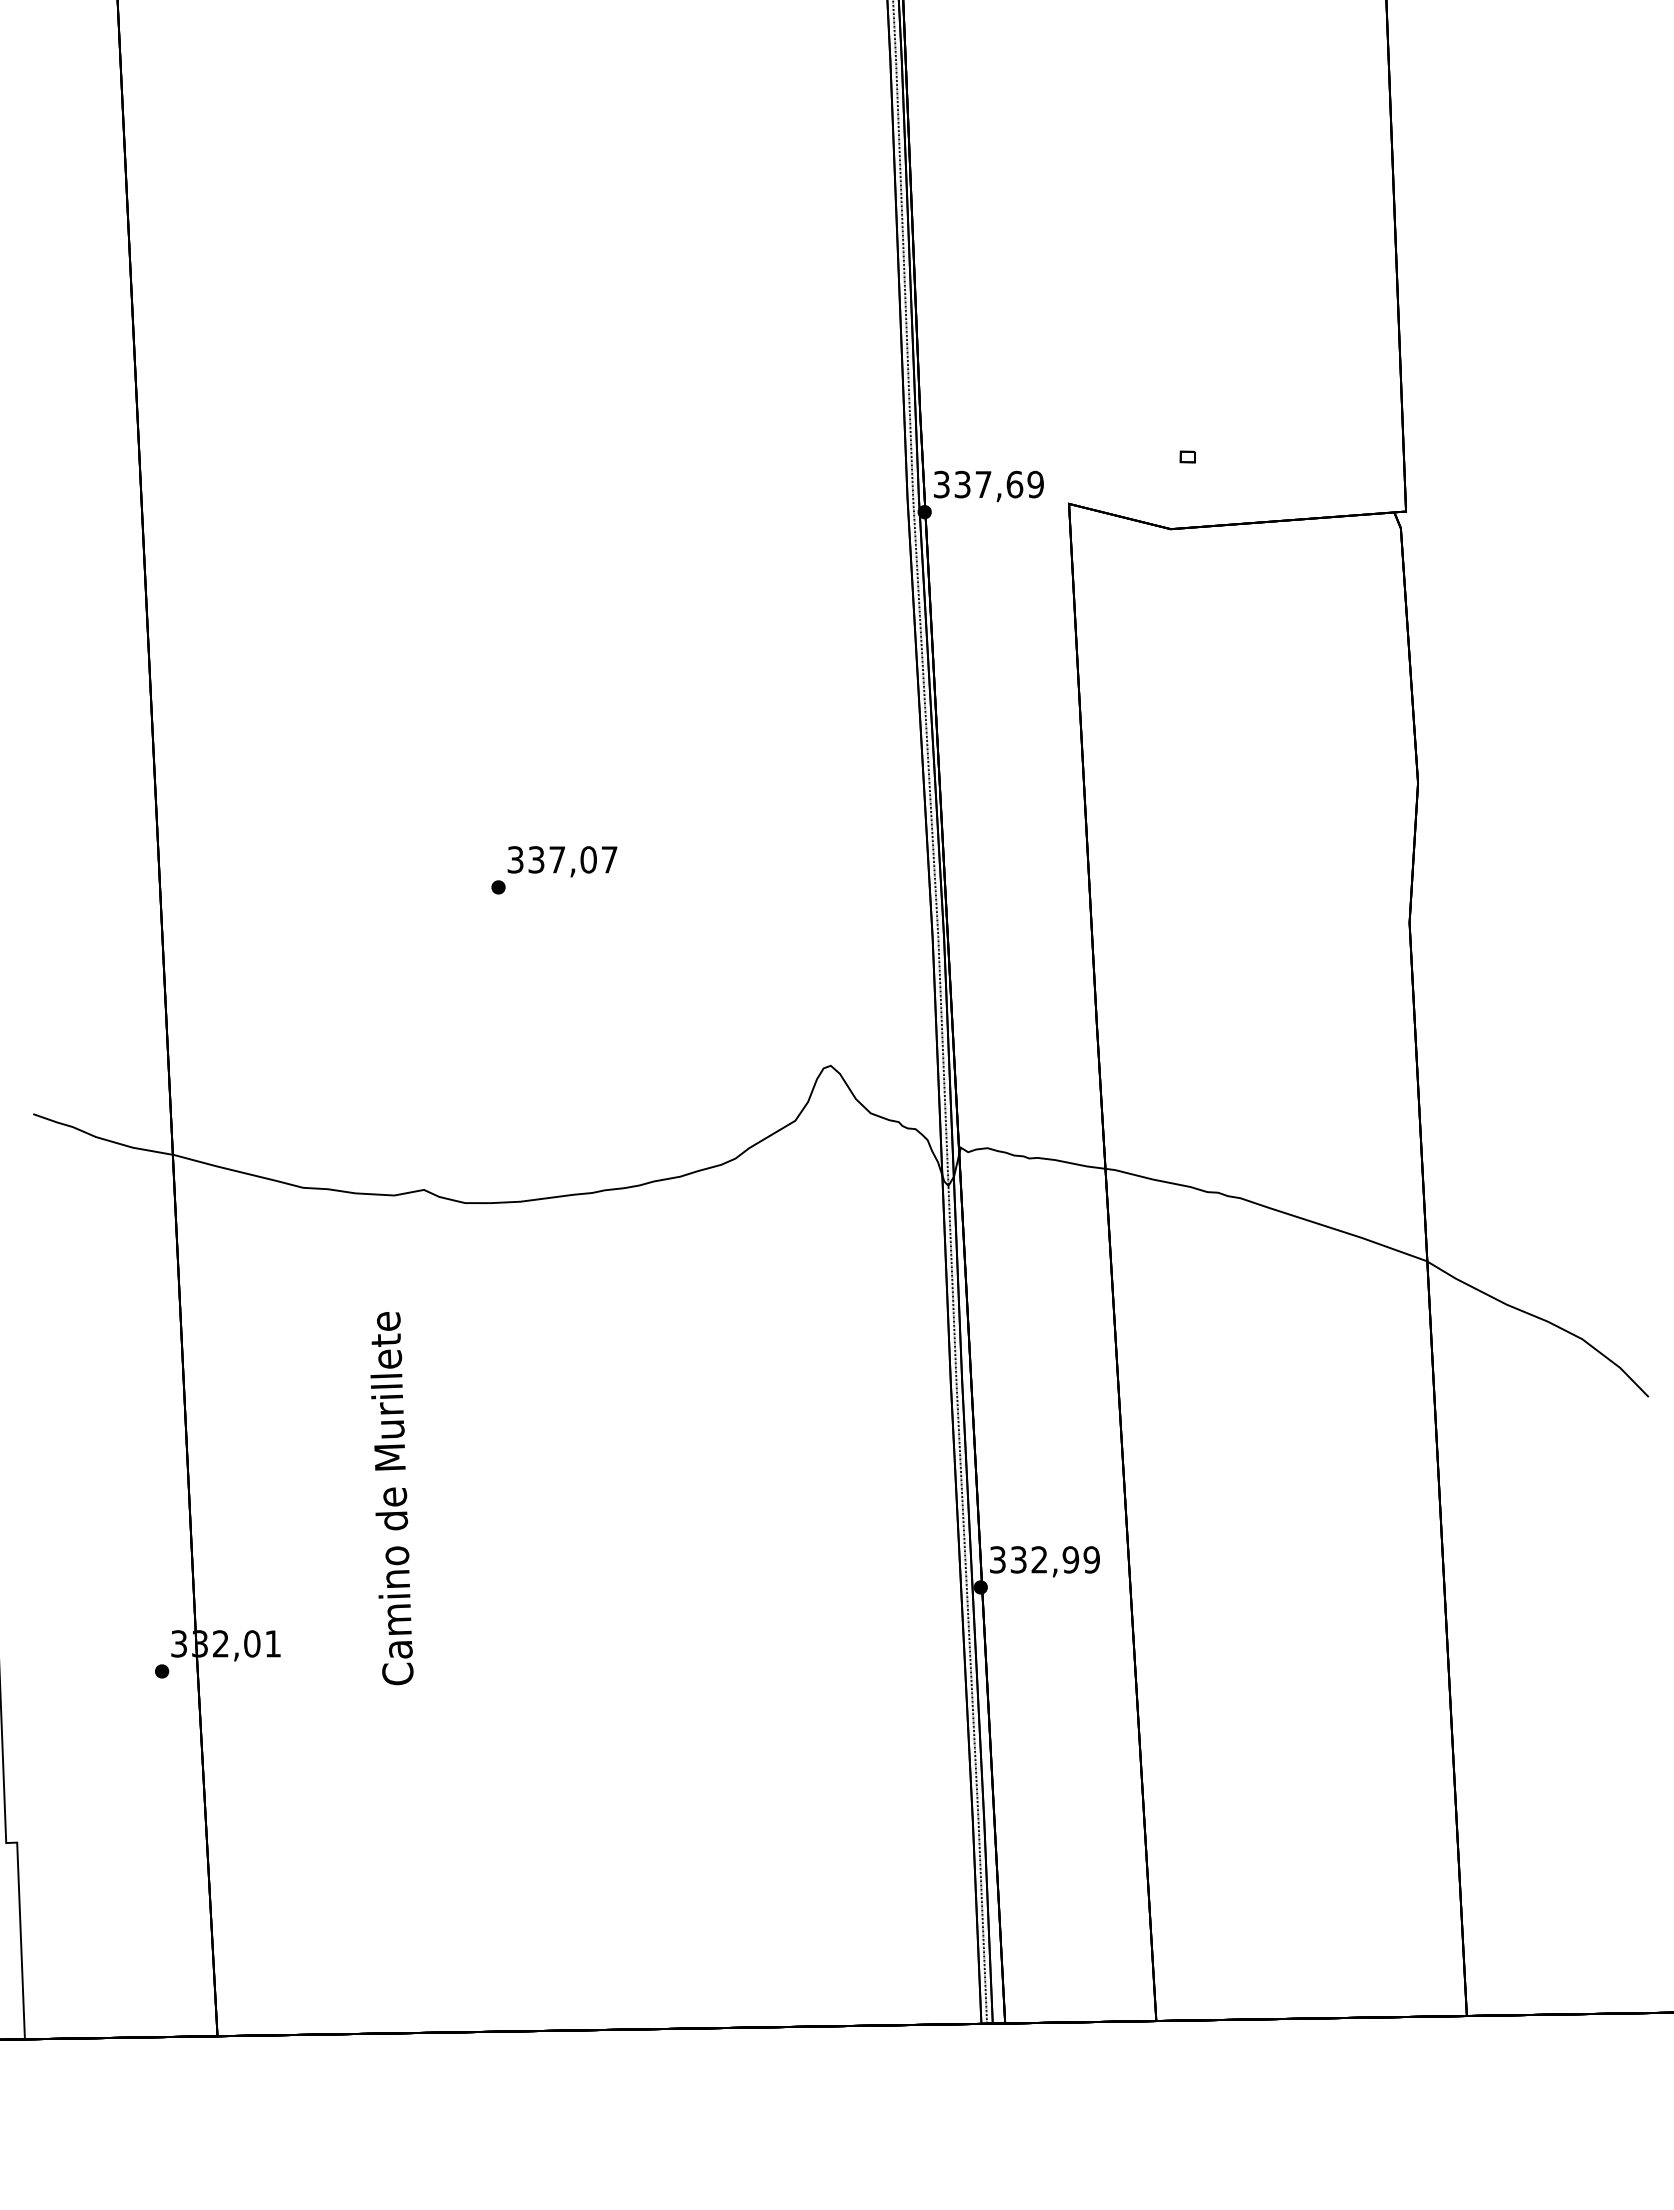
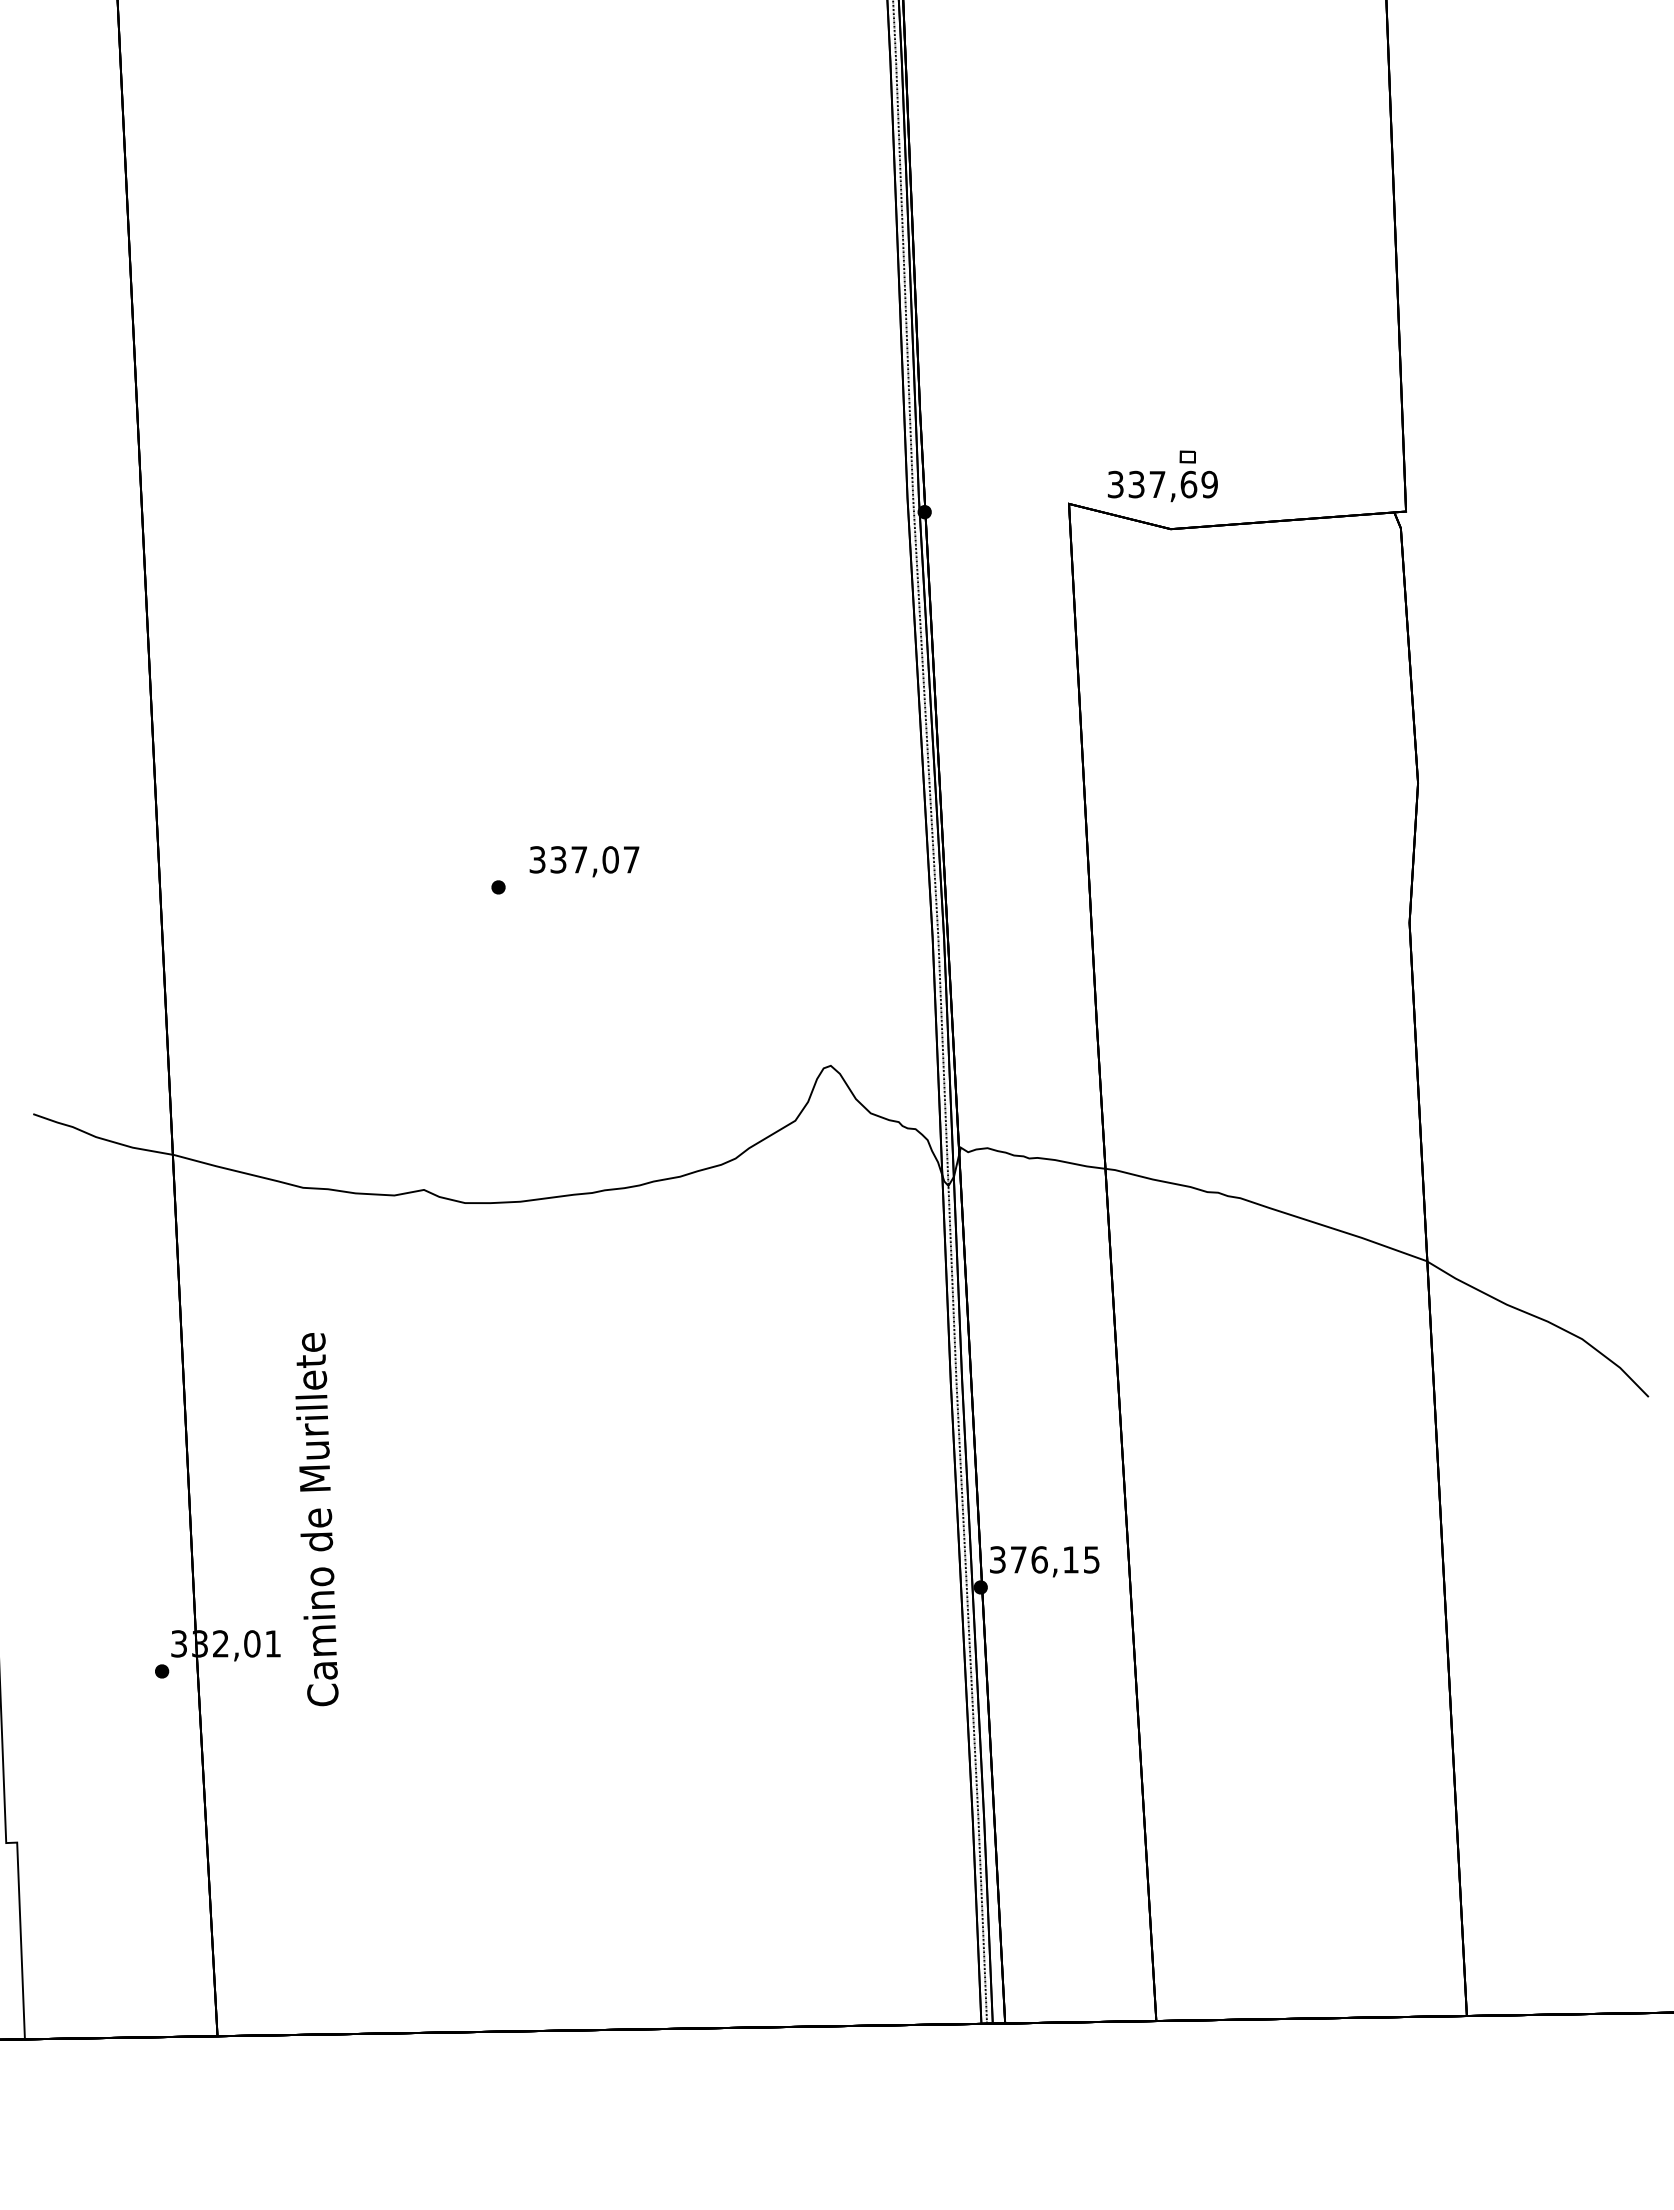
text at (988, 486) position: (988, 486) -> (1162, 486)
text at (562, 861) position: (562, 861) -> (584, 861)
text at (391, 1498) position: (391, 1498) -> (316, 1519)
text at (1054, 1559): 332,99 -> 376,15
